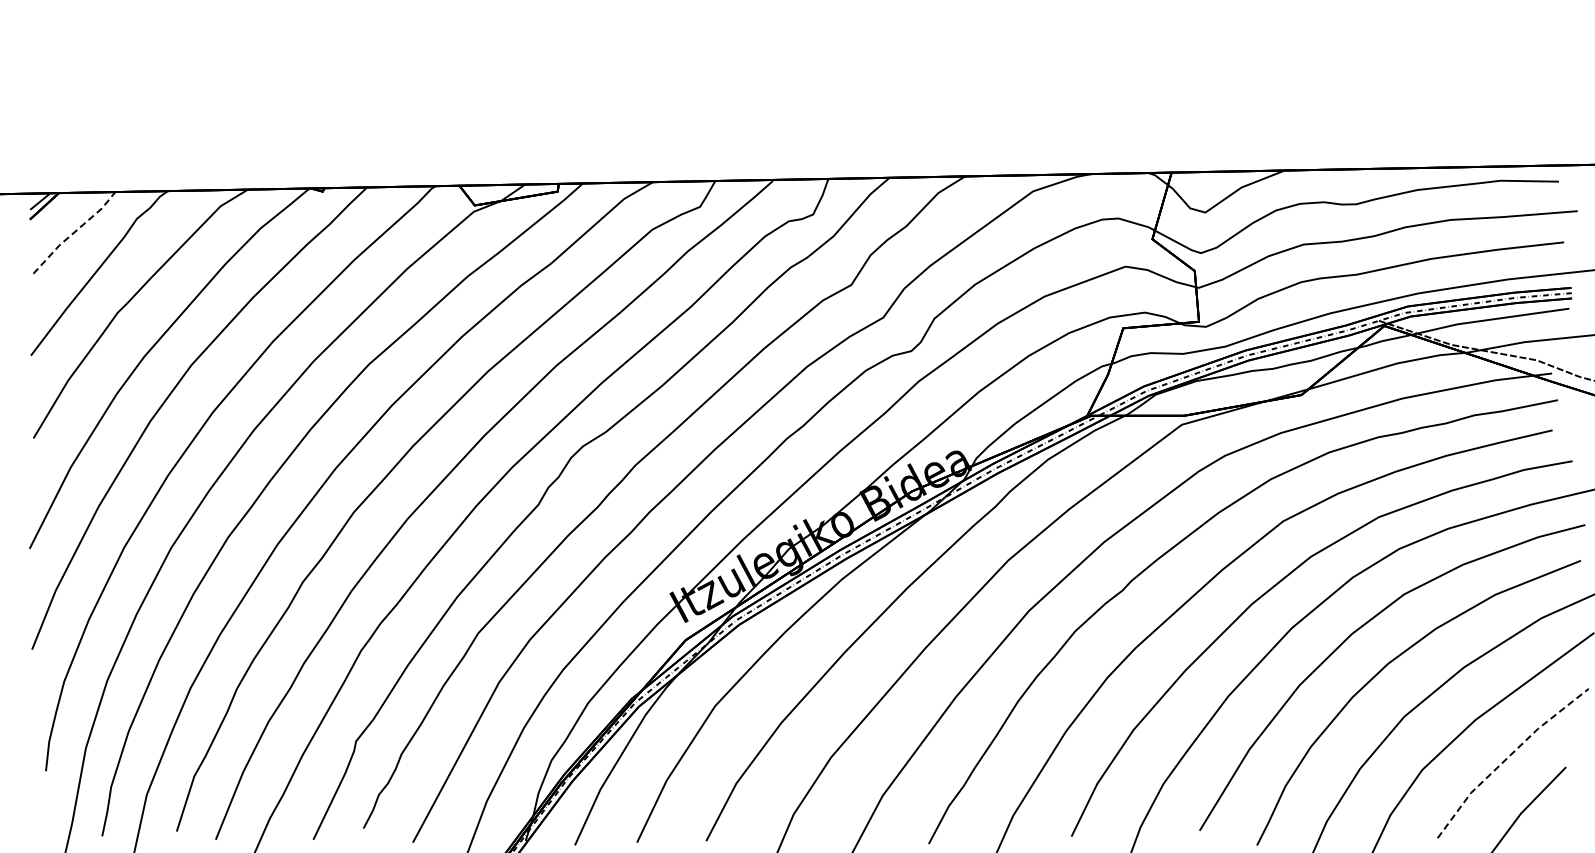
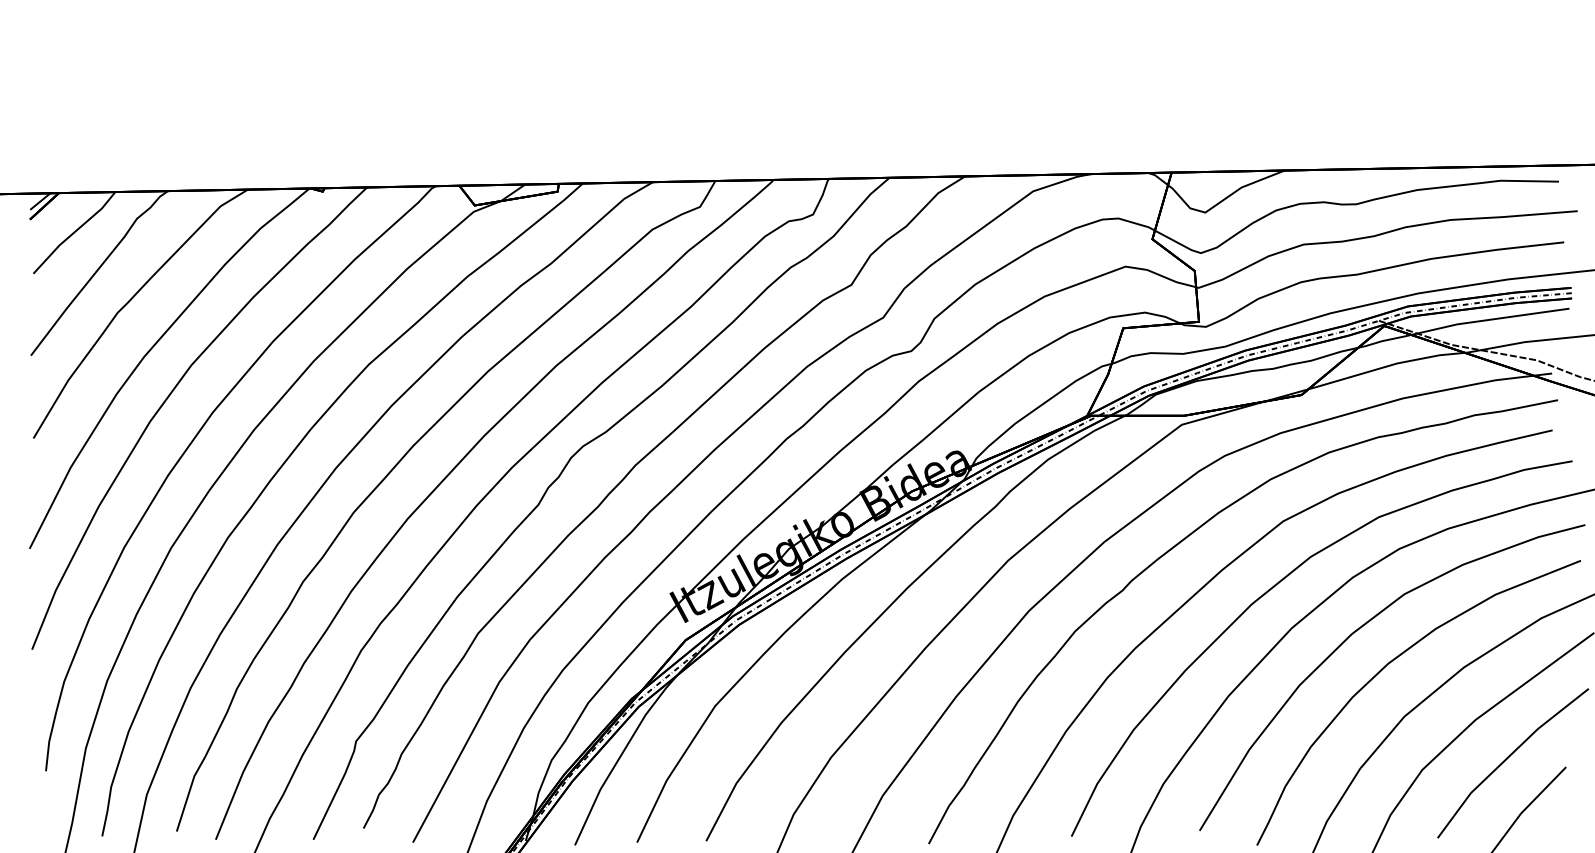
line at (74, 232): dashed -> solid
line at (1507, 757): dashed -> solid
